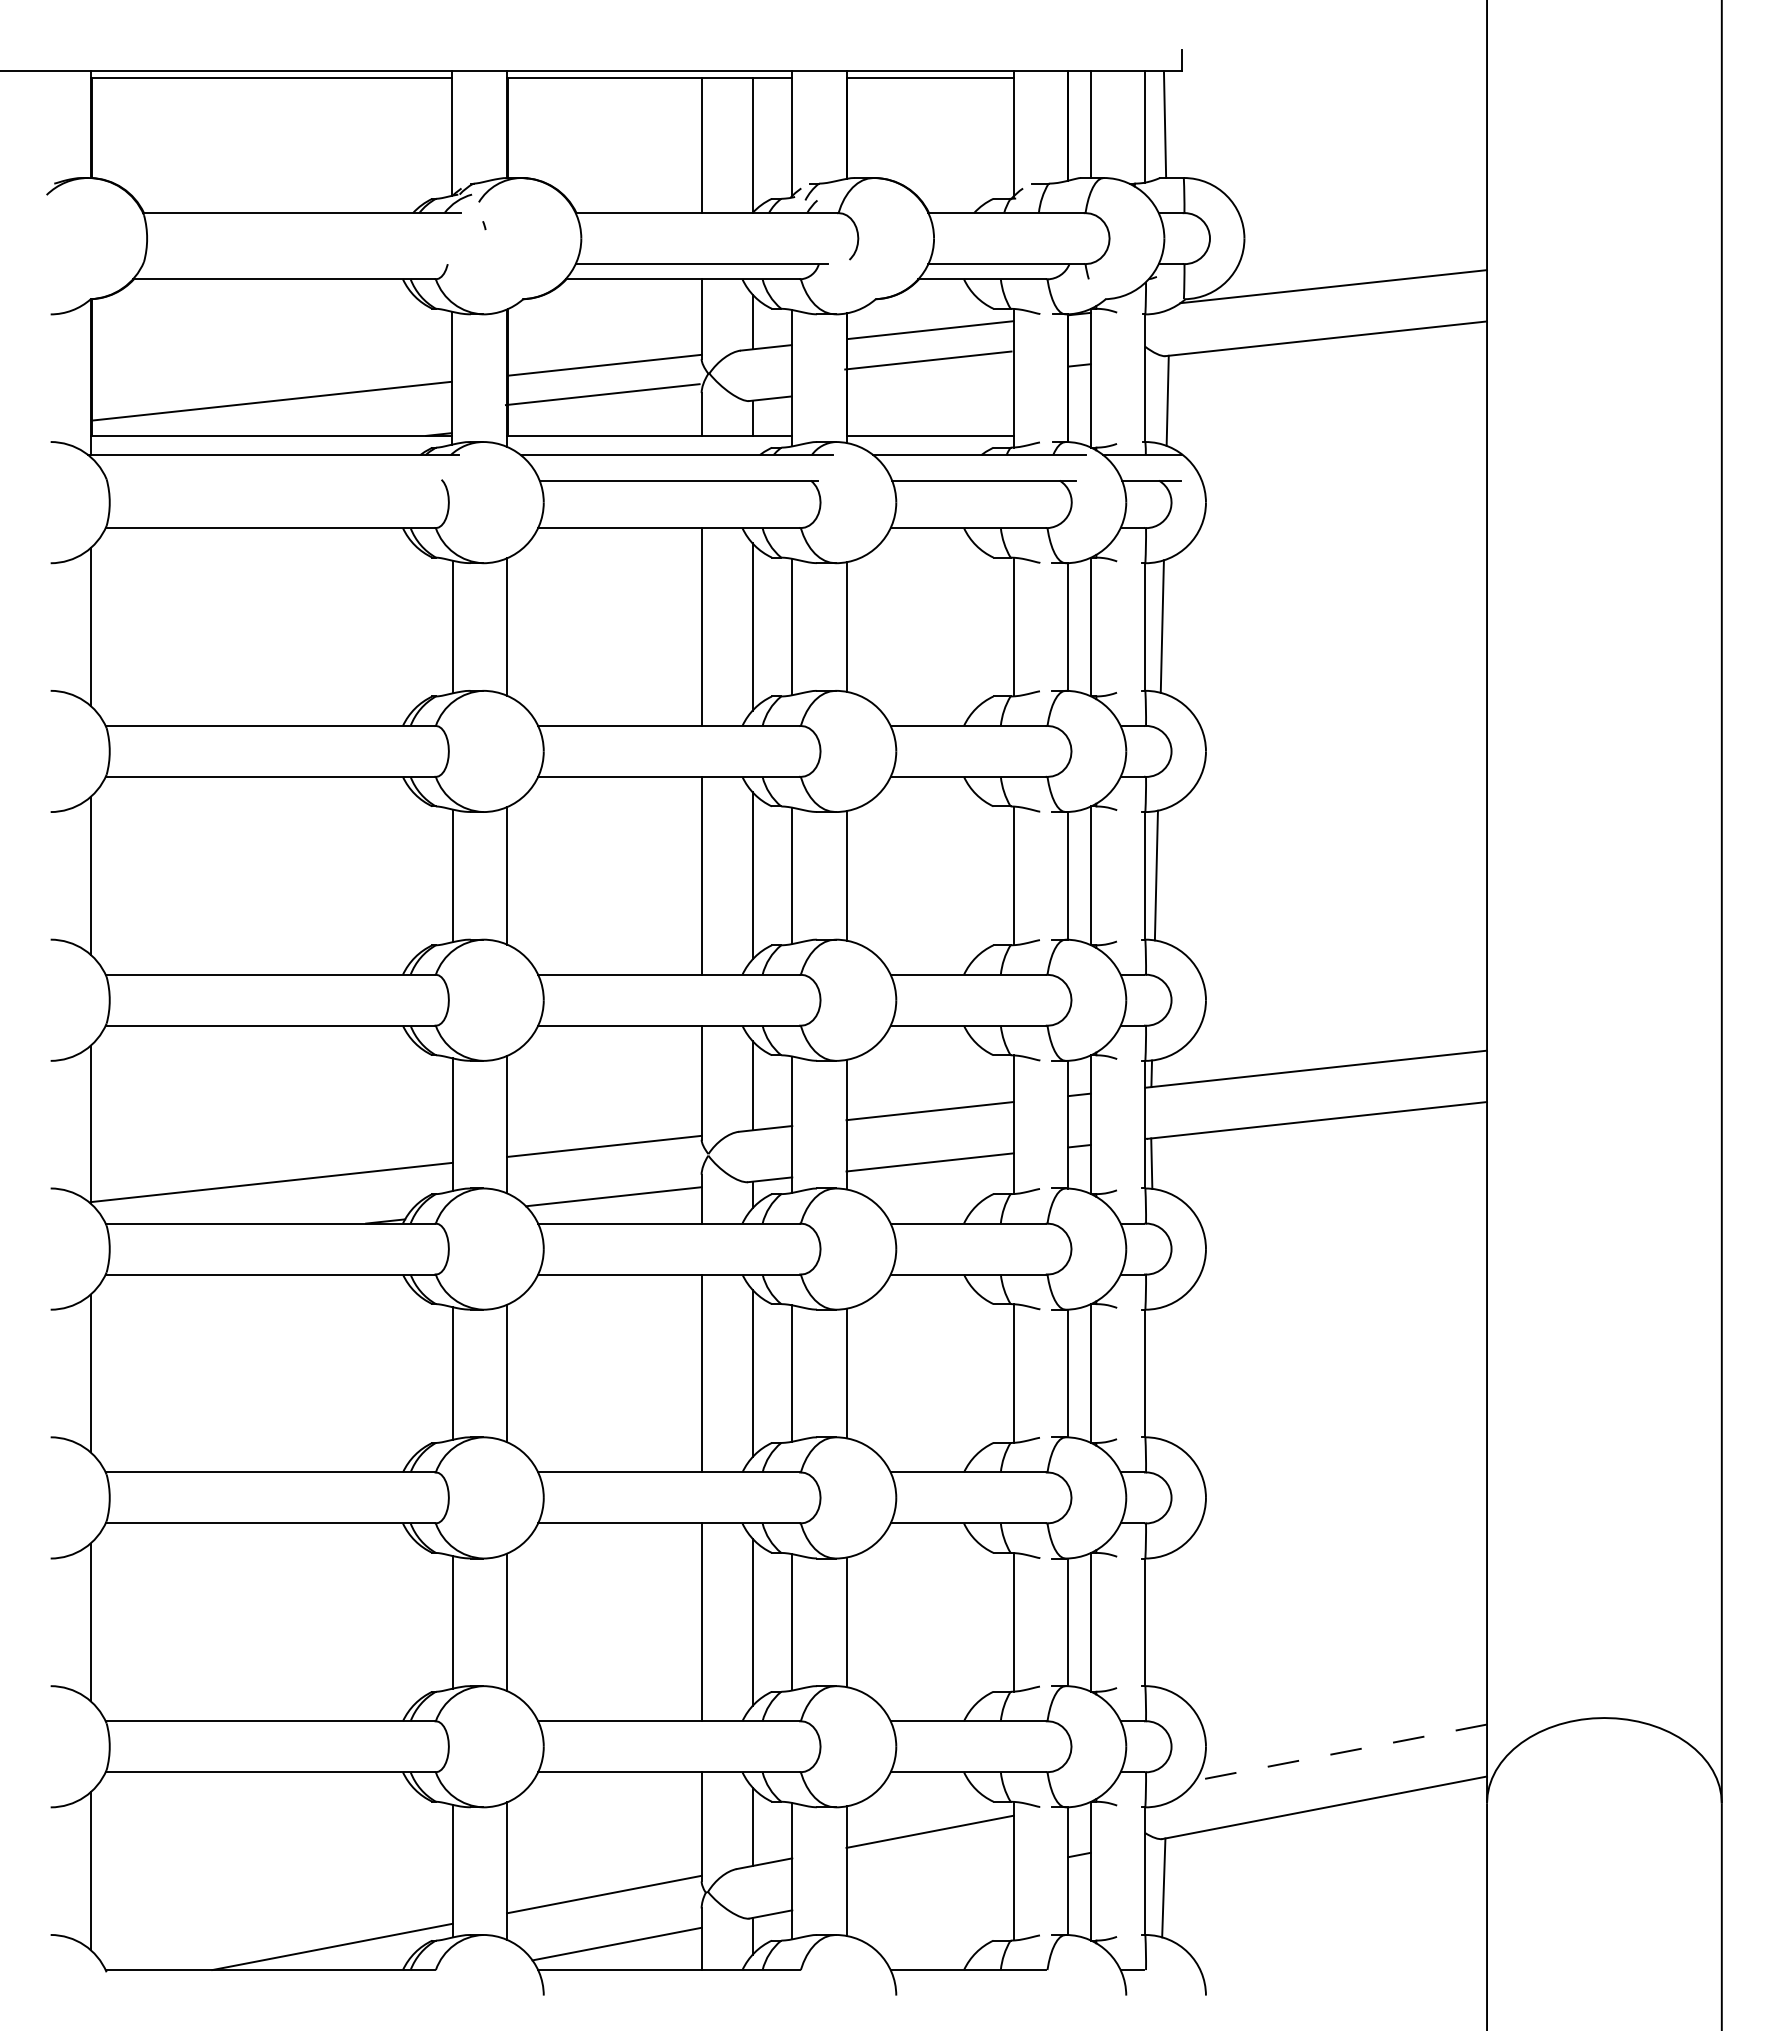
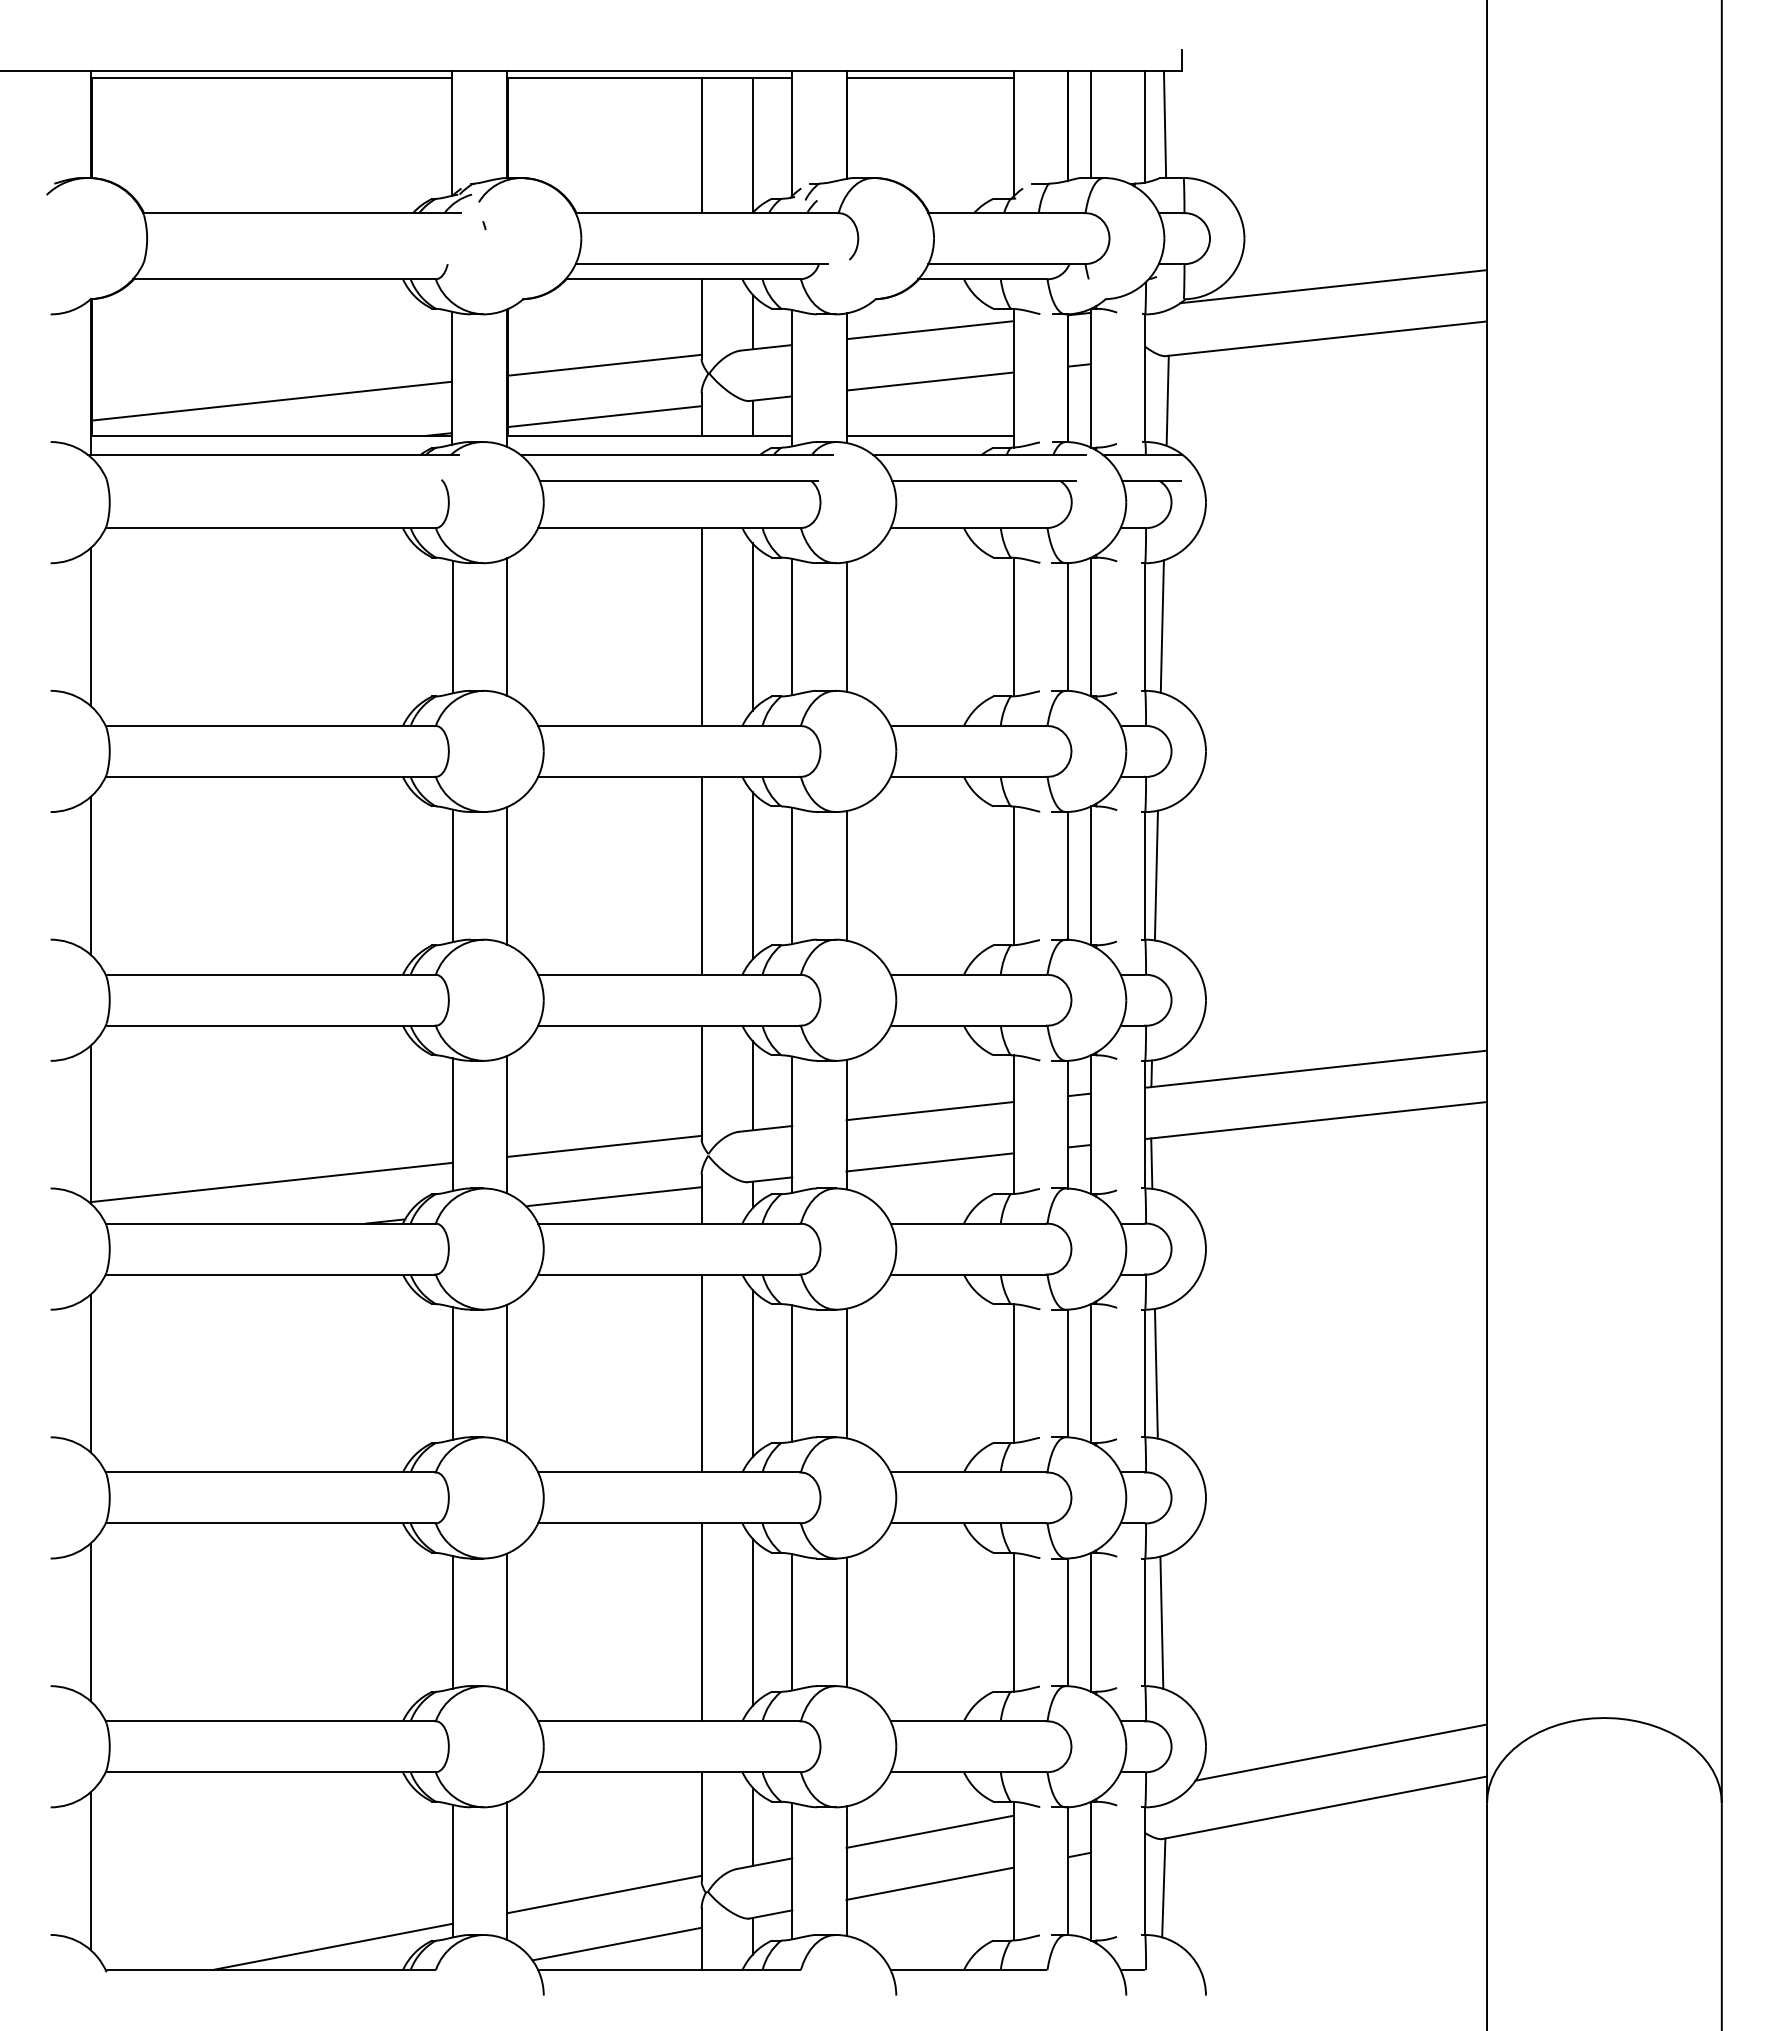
line at (928, 360) position: (928, 360) -> (930, 381)
line at (602, 394) position: (602, 394) -> (604, 416)
line at (1155, 1373): none -> present
line at (1161, 1622): none -> present
line at (1340, 1752): dashed -> solid
line at (929, 1883): none -> present
